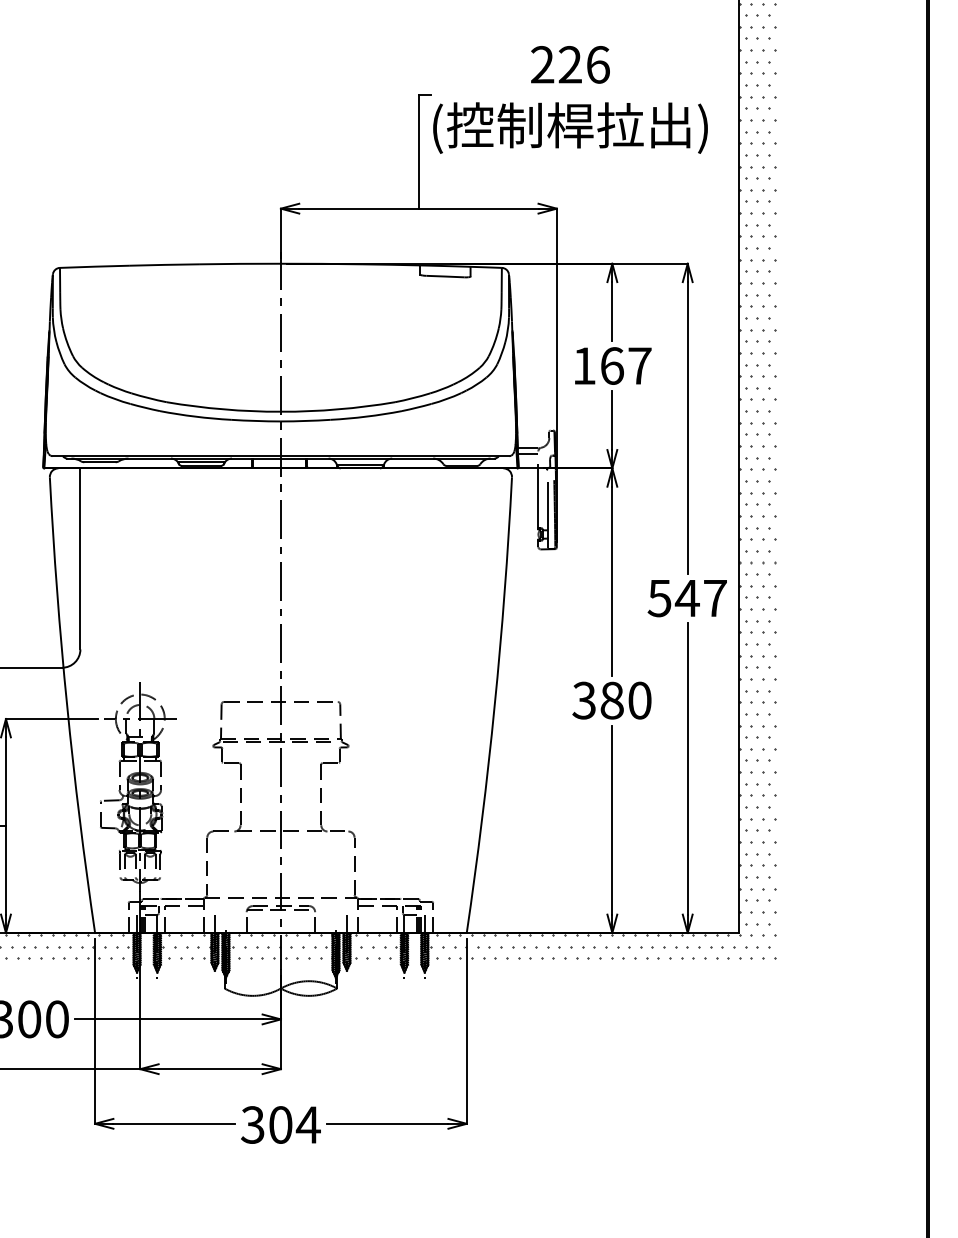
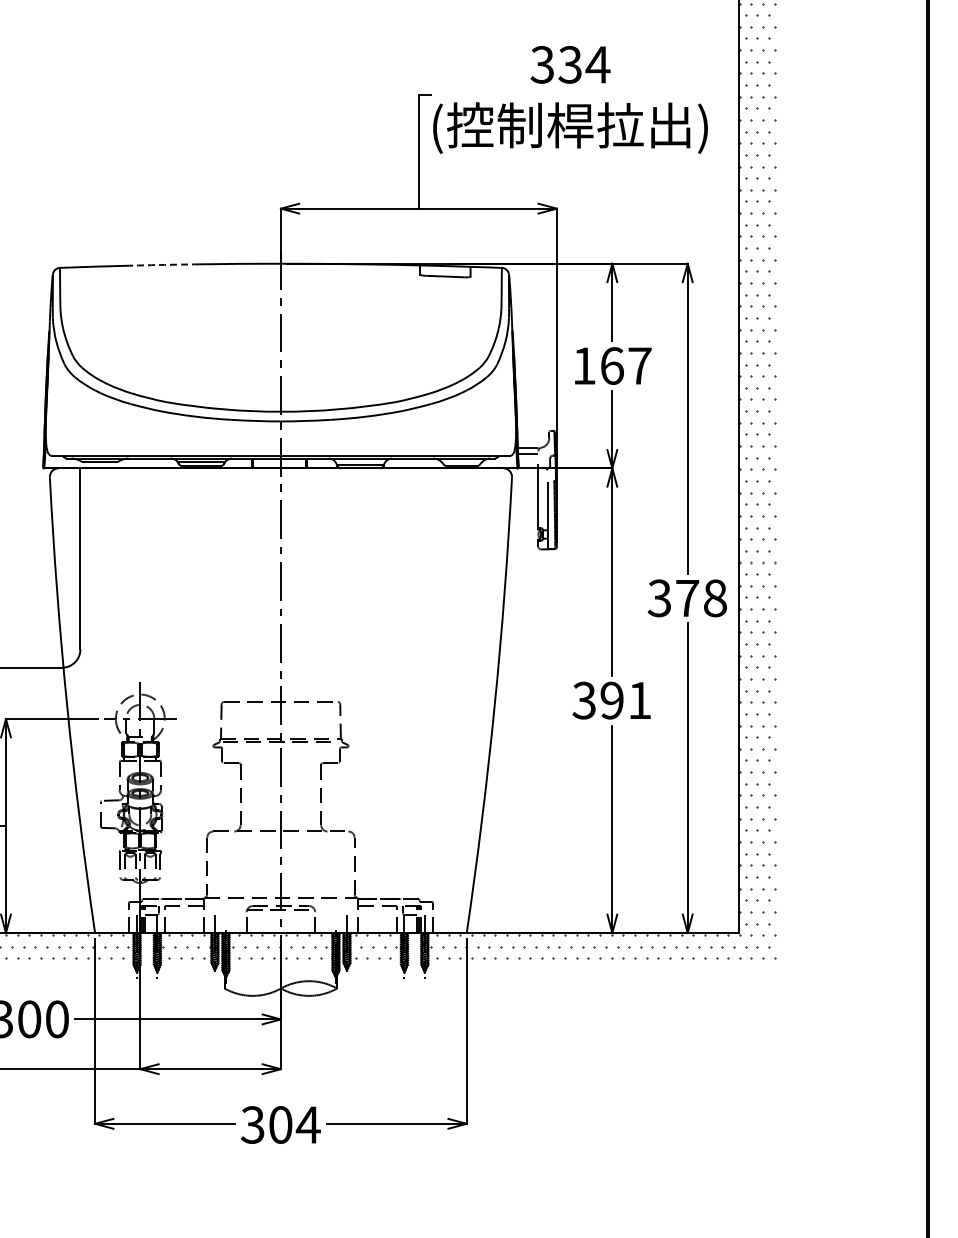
text at (570, 64): 226 -> 334
arc at (164, 264): solid -> dashed
text at (686, 598): 547 -> 378
text at (625, 700): 380 -> 391
